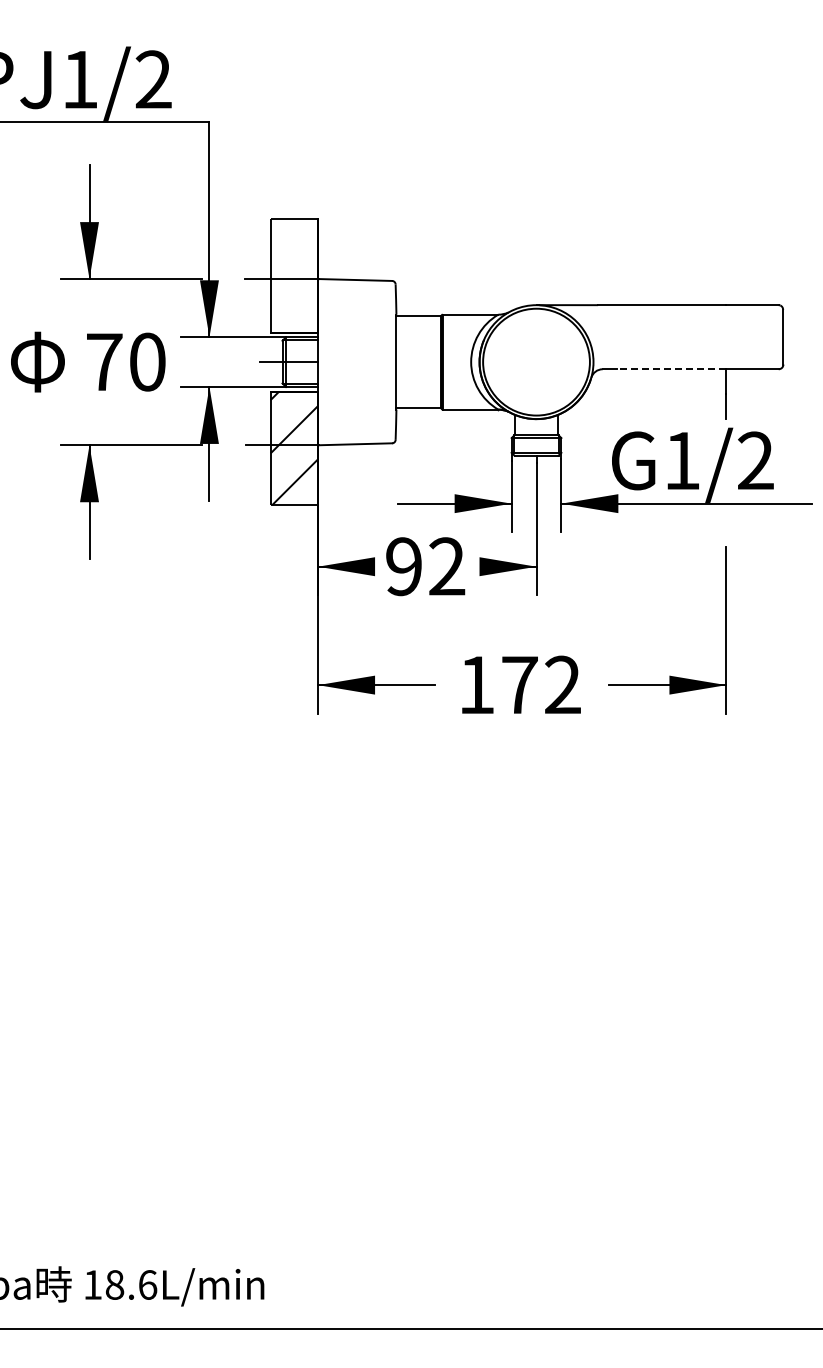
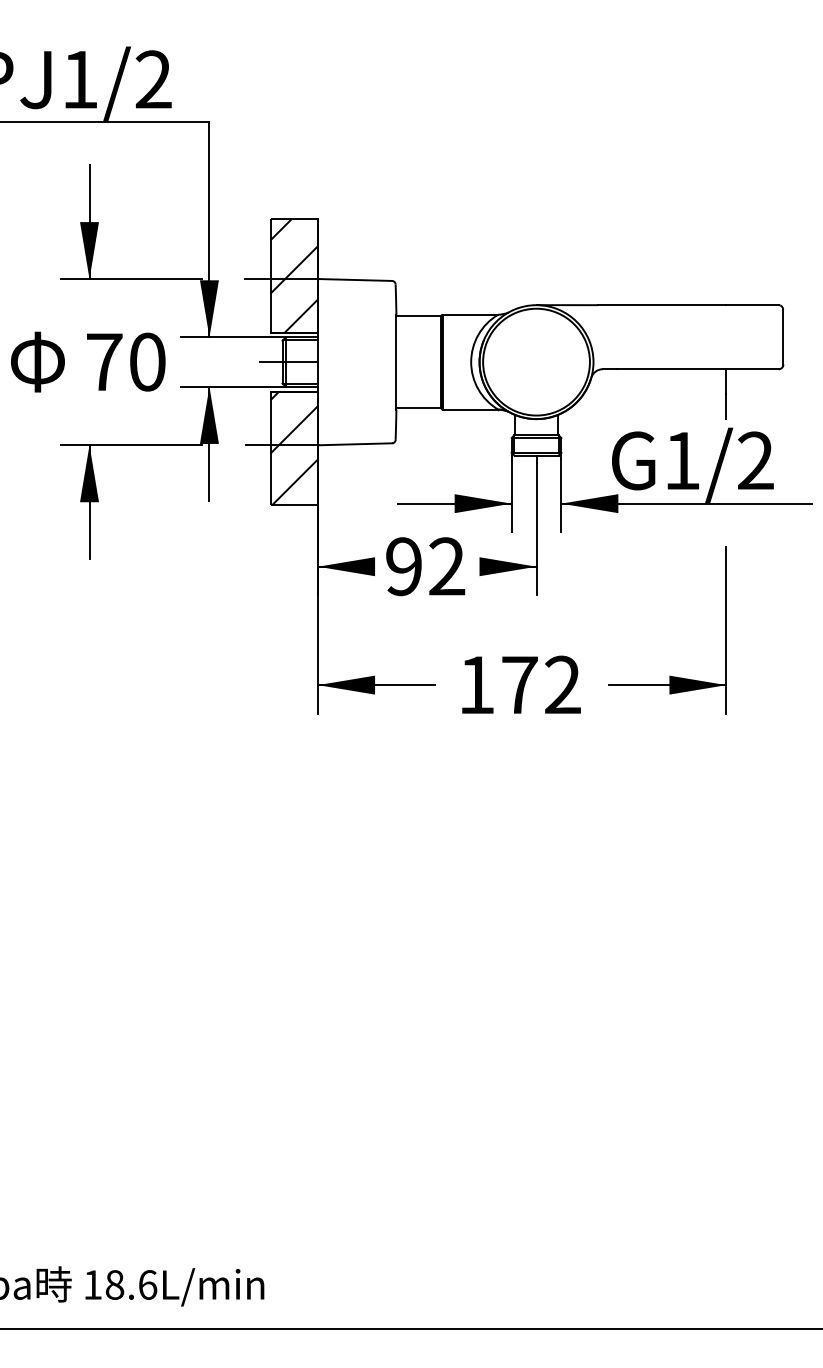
hatch at (294, 275): none -> present
line at (671, 369): dashed -> solid
